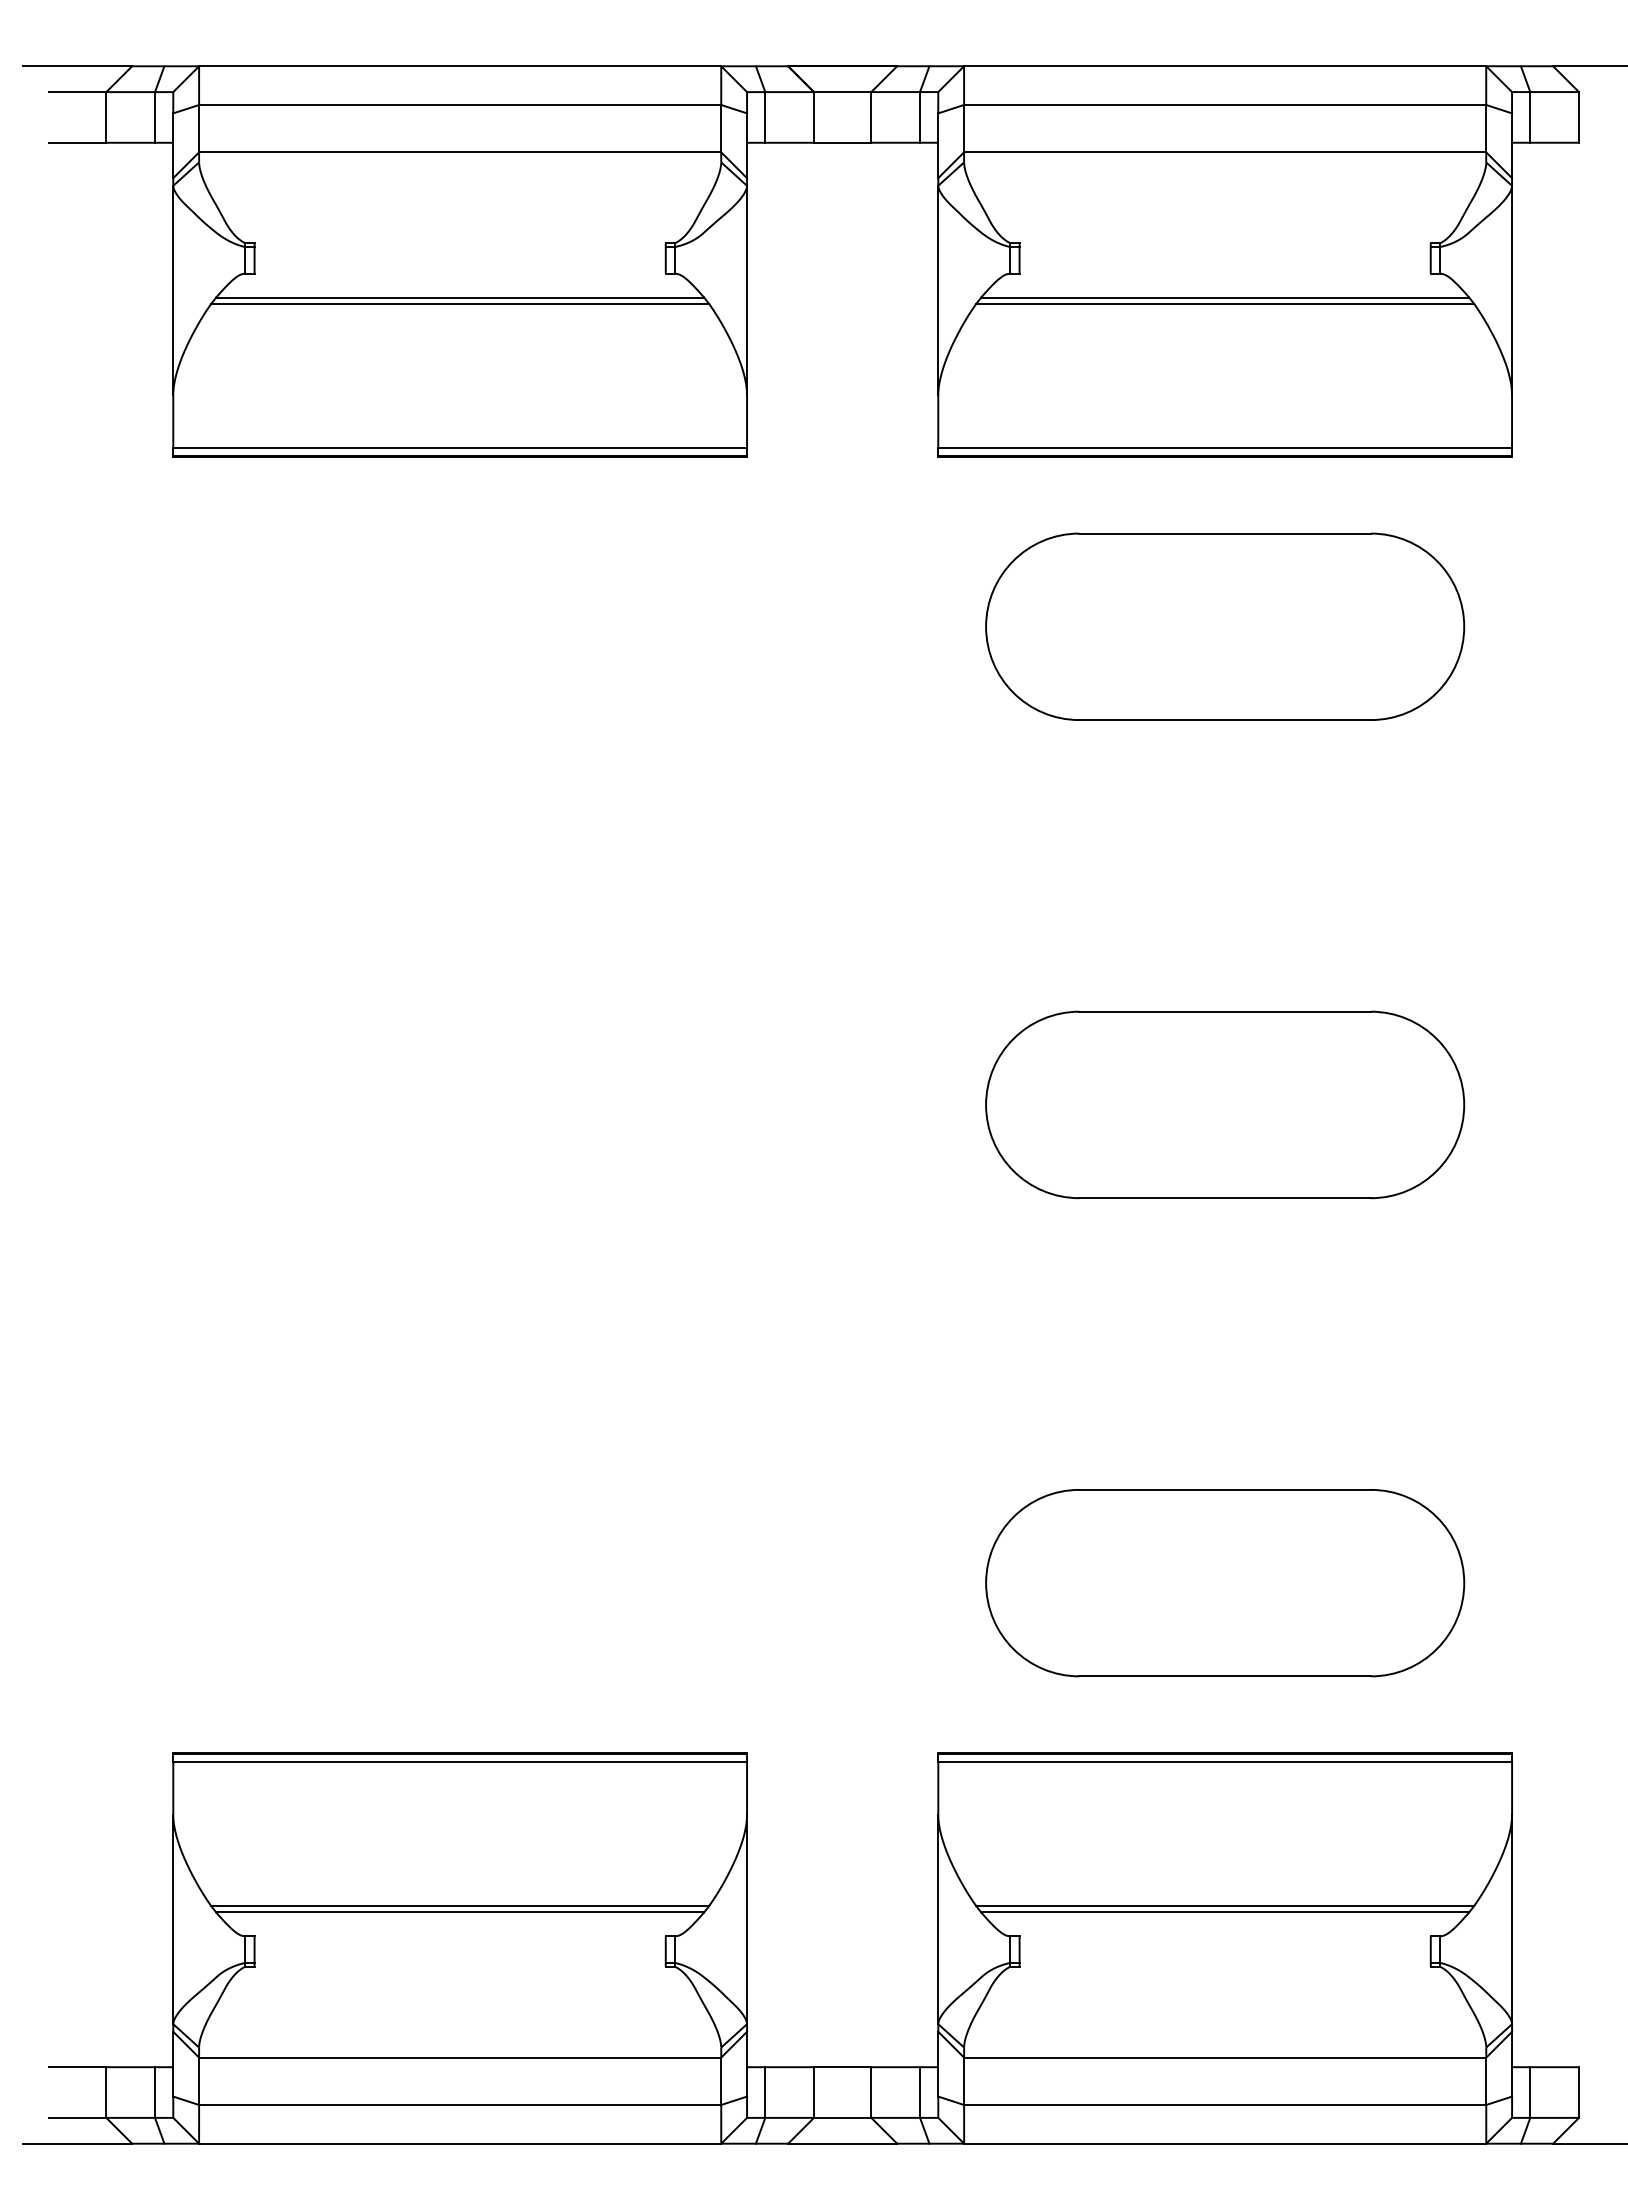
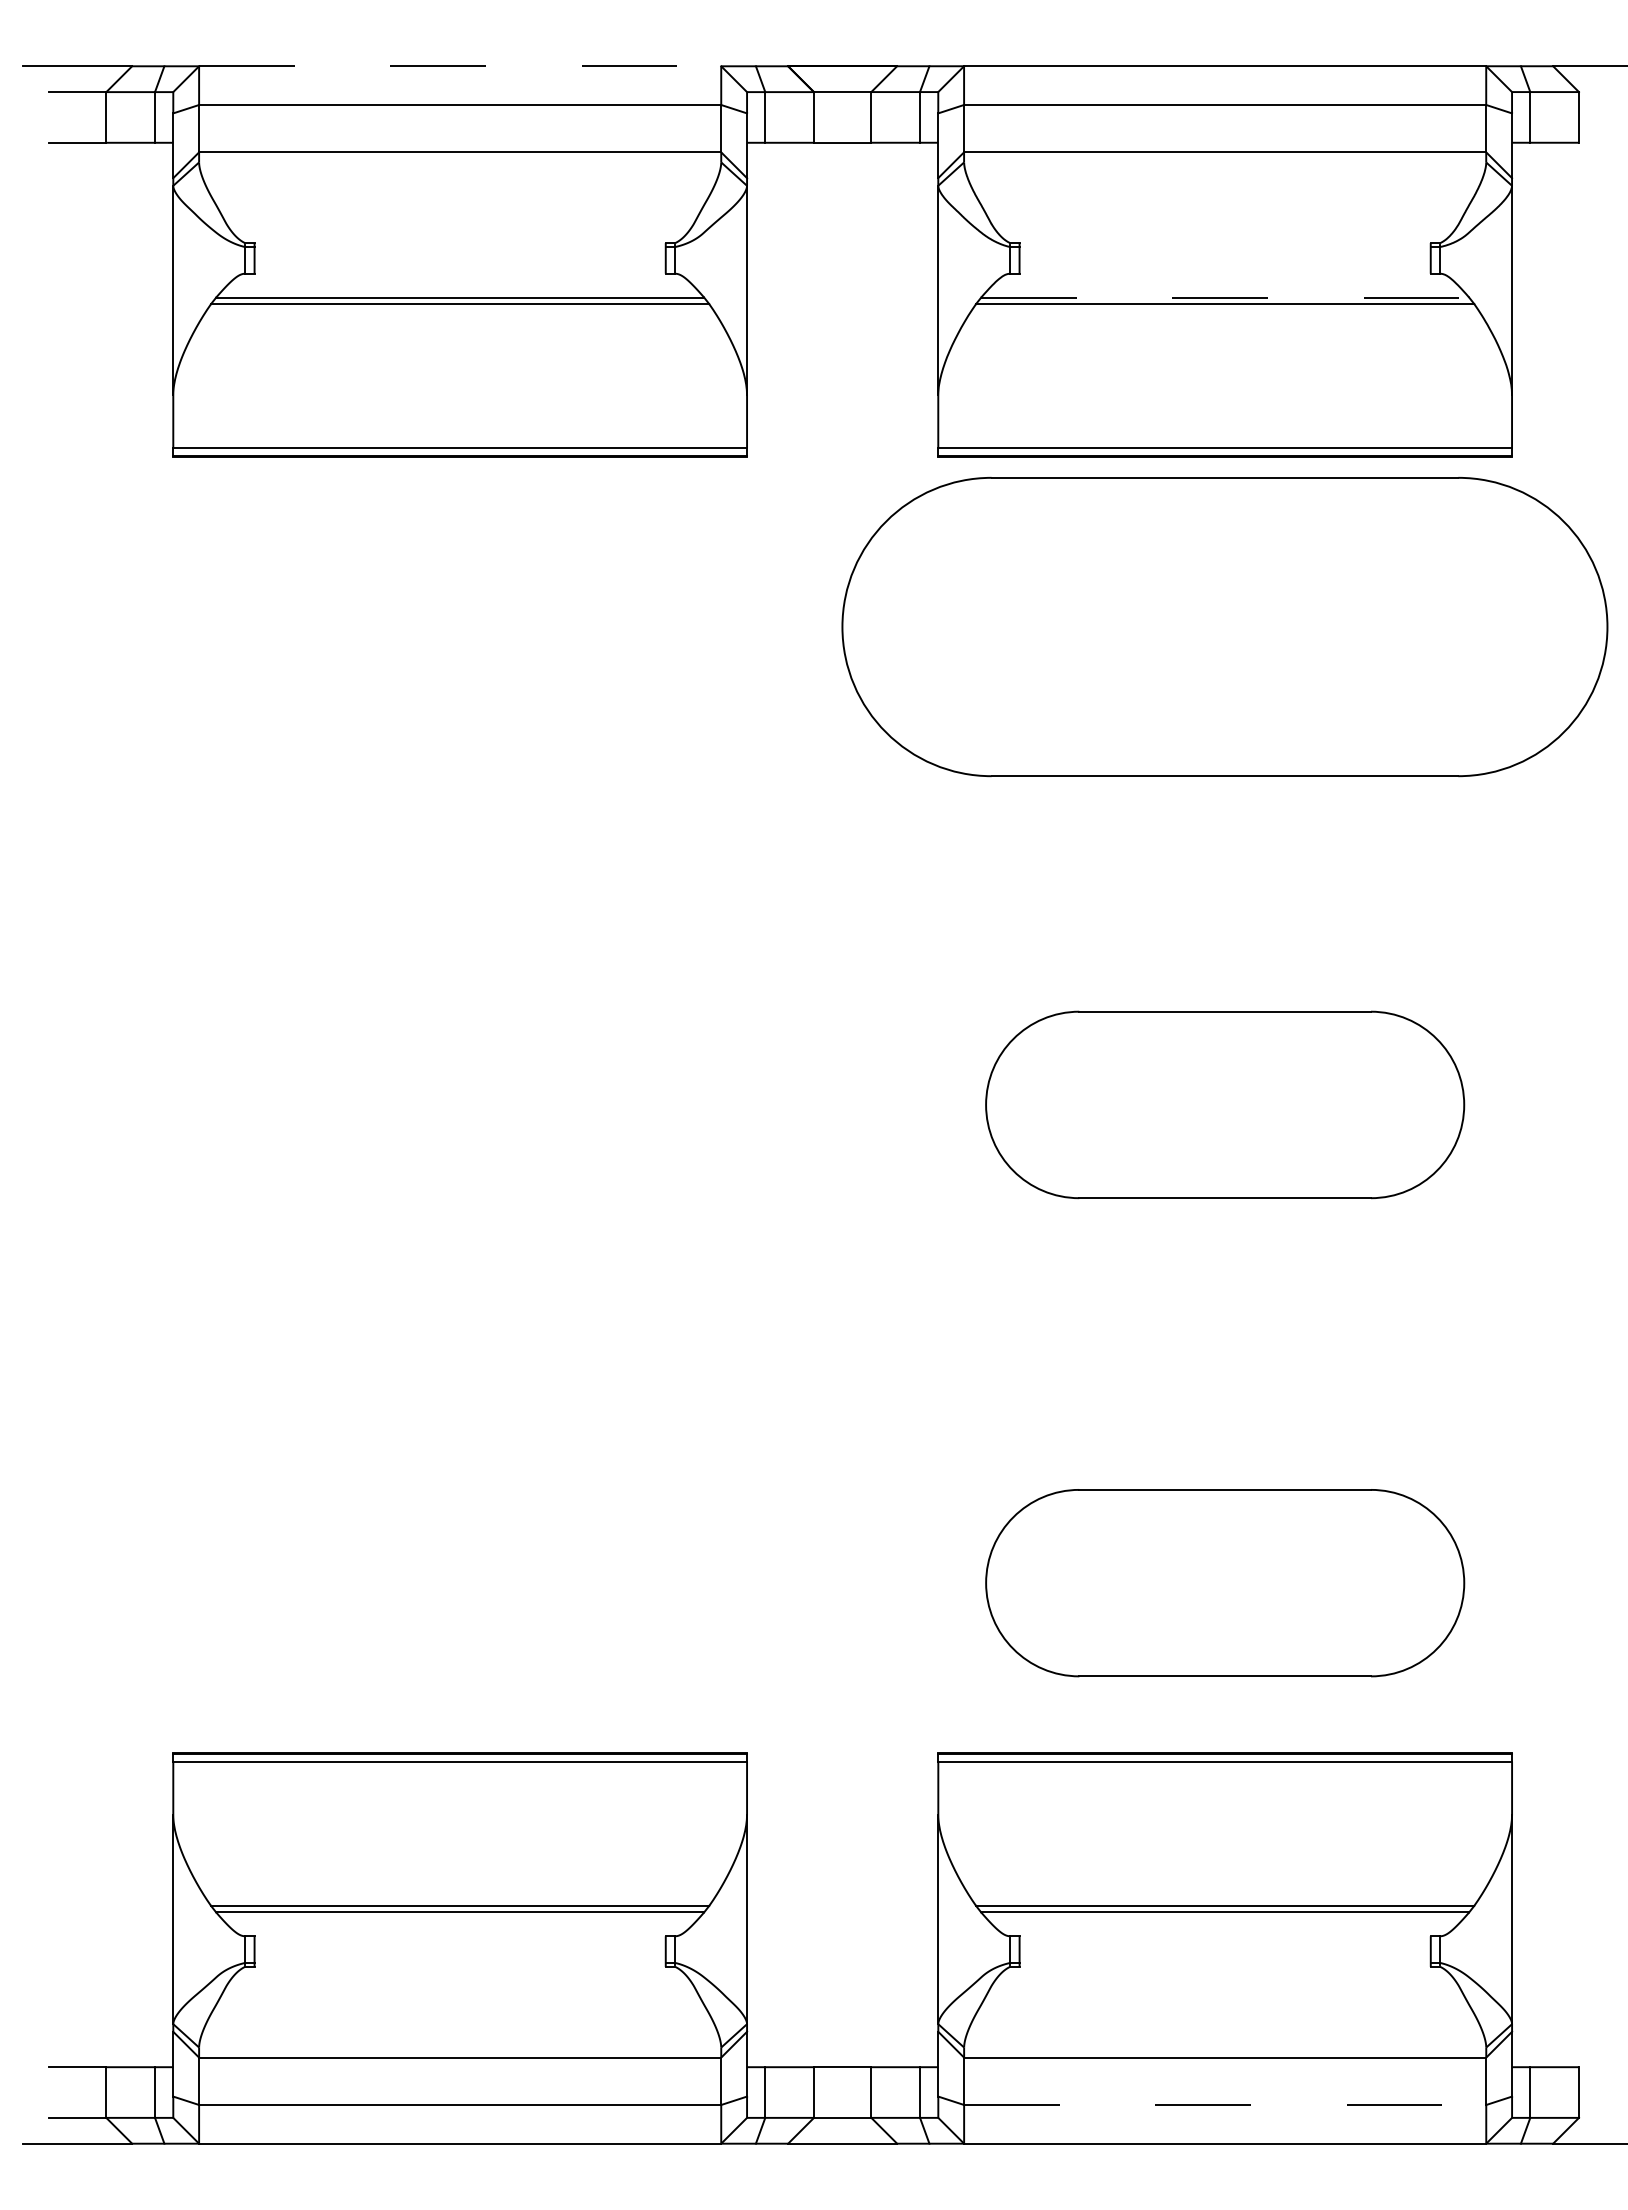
line at (460, 66): solid -> dashed
line at (1225, 297): solid -> dashed
part at (1225, 626) size: 481x189 px -> 768x301 px
line at (1225, 2104): solid -> dashed
